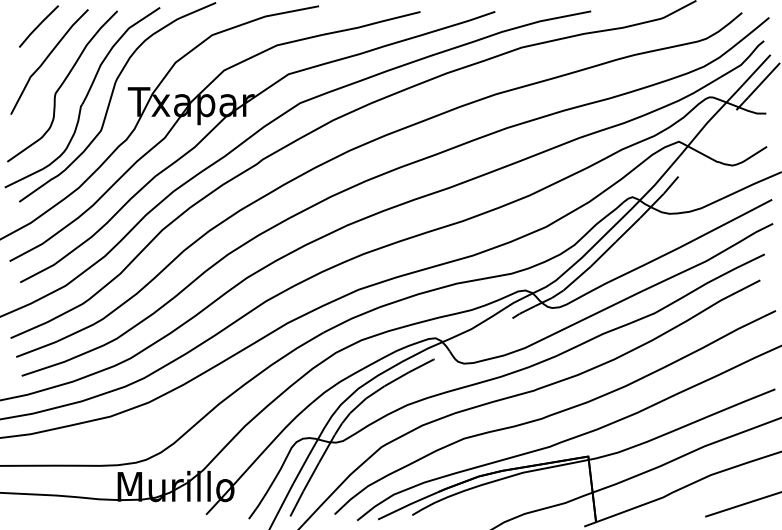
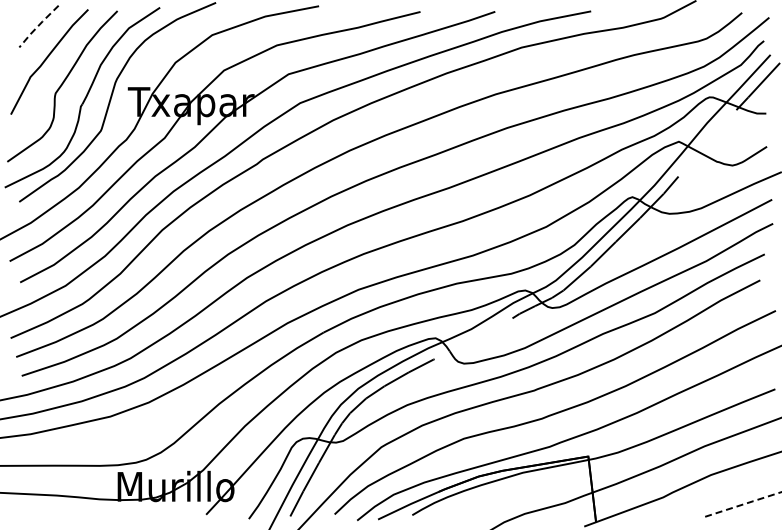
line at (38, 26): solid -> dashed
line at (743, 504): solid -> dashed
